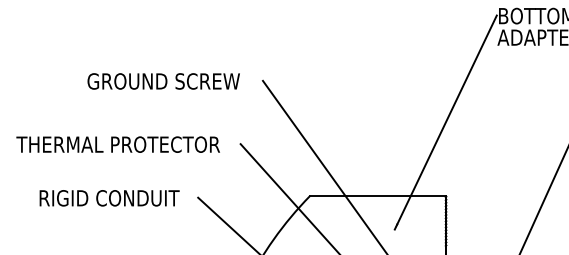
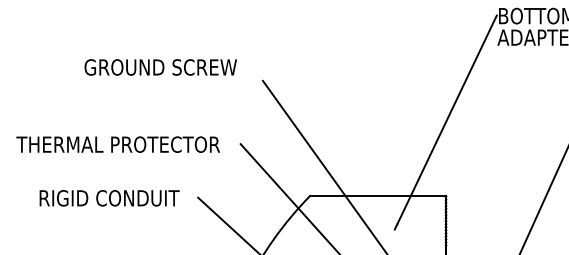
text at (163, 81) position: (163, 81) -> (160, 67)
